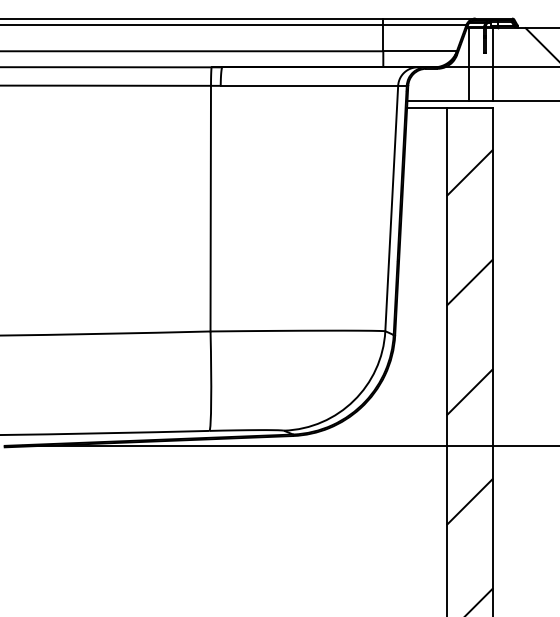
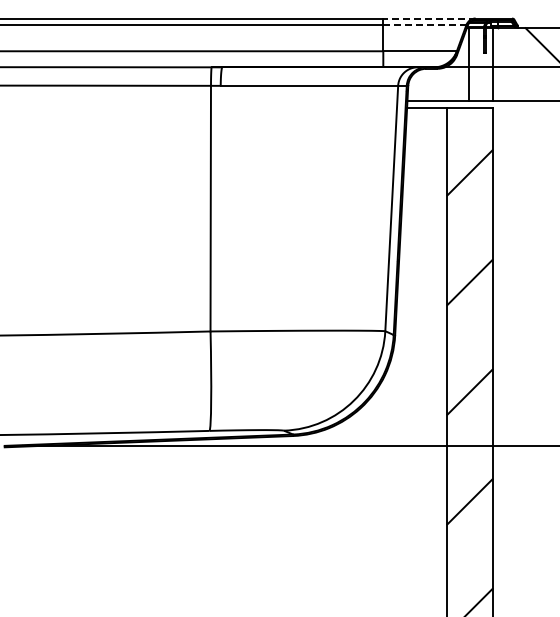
line at (428, 18): solid -> dashed
line at (424, 24): solid -> dashed
